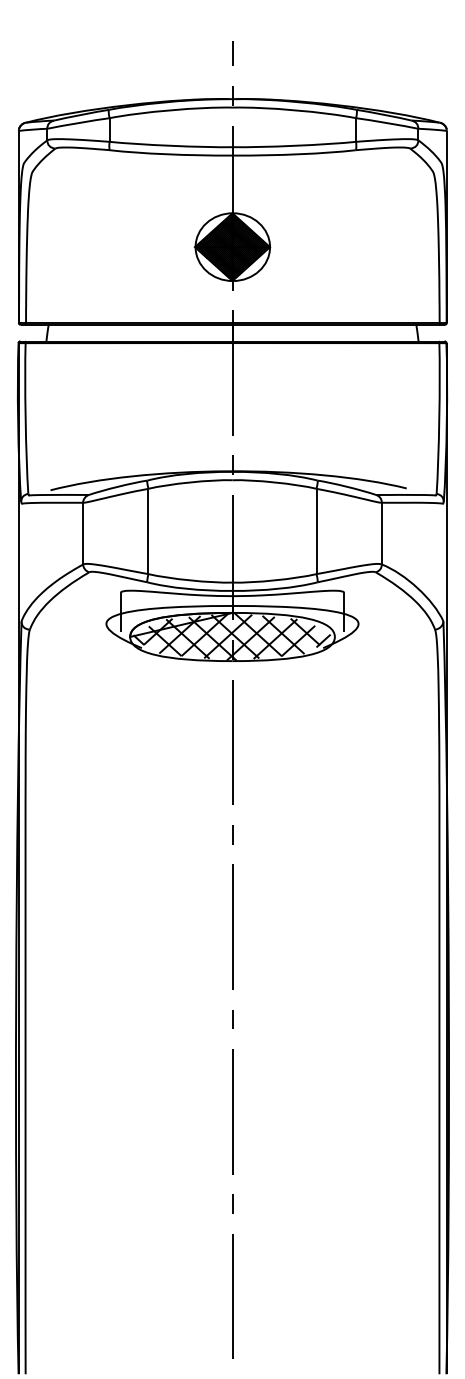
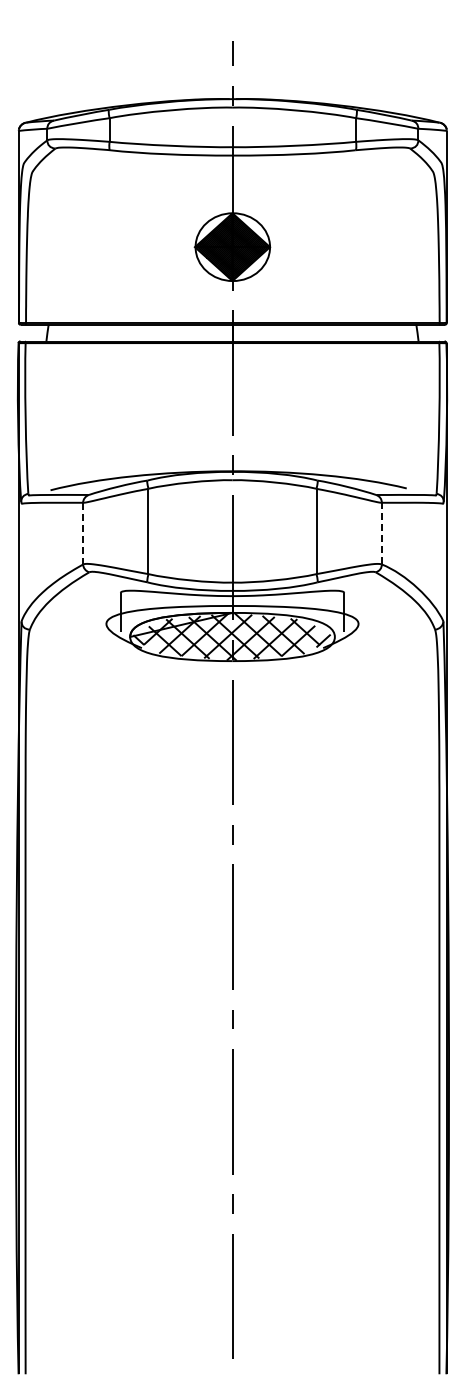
line at (83, 533): solid -> dashed
line at (381, 533): solid -> dashed
